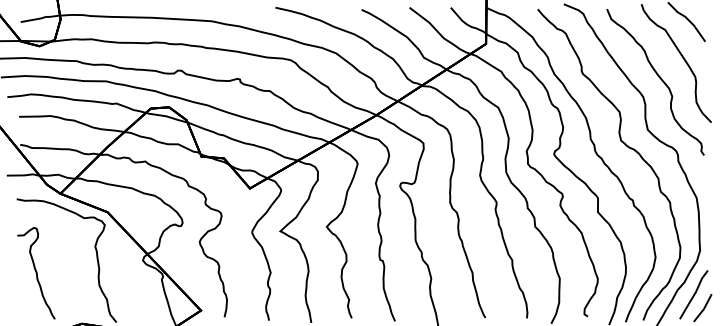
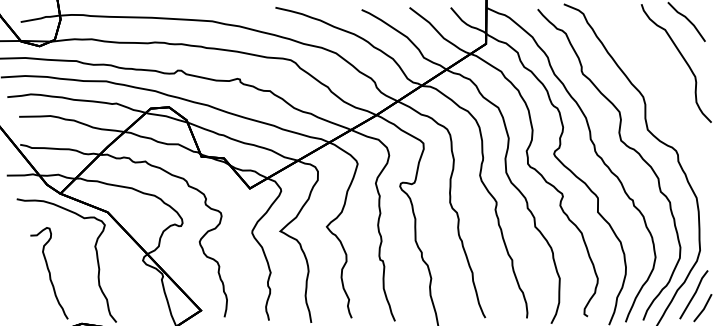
curve at (659, 78): present -> none
part at (36, 273) position: (36, 273) -> (49, 273)
